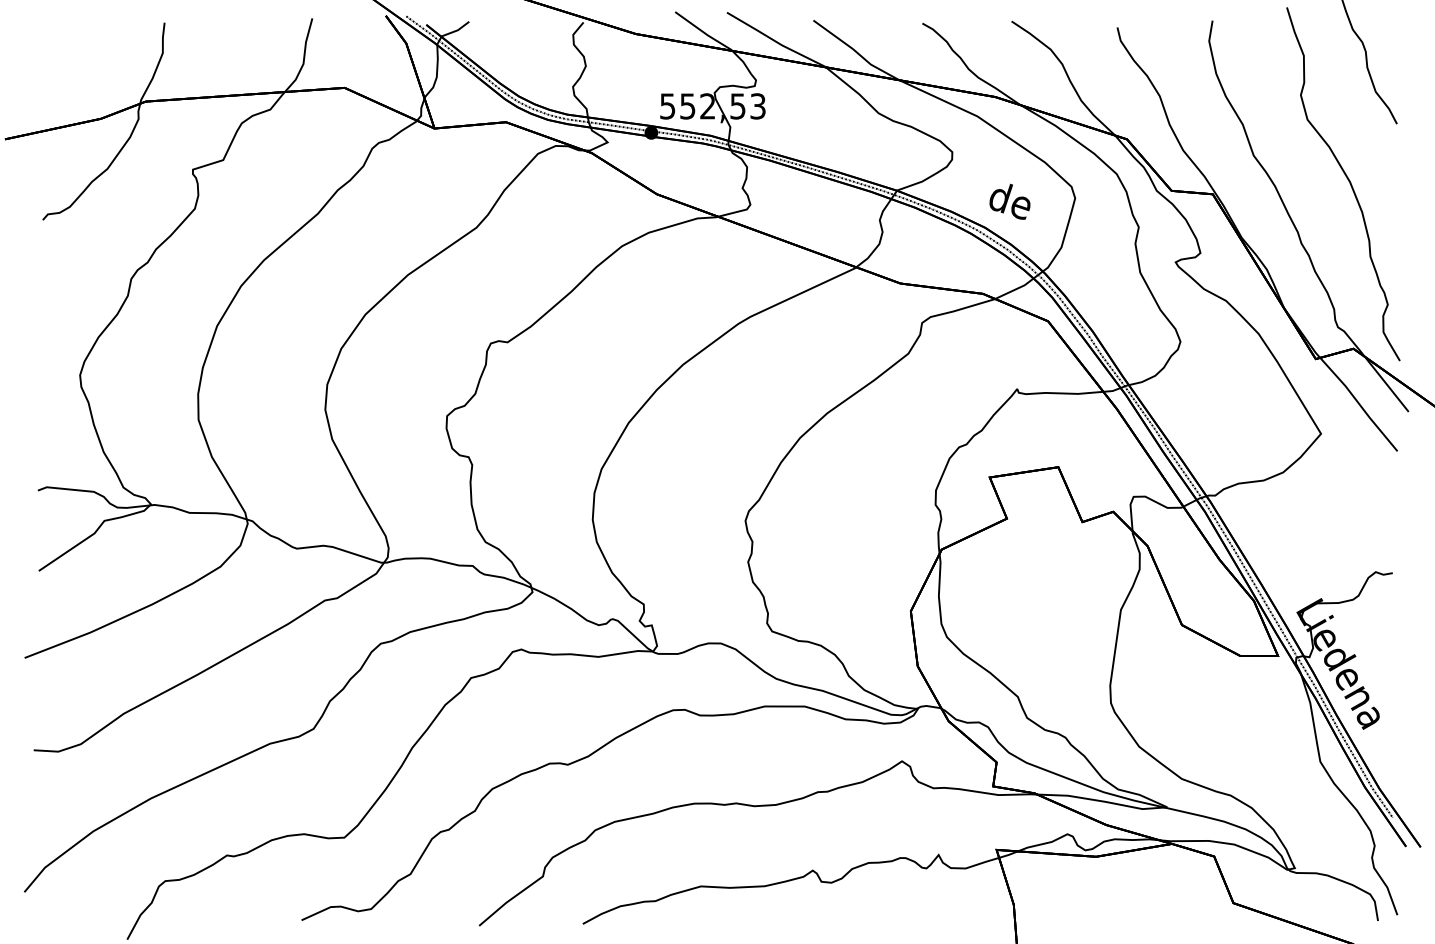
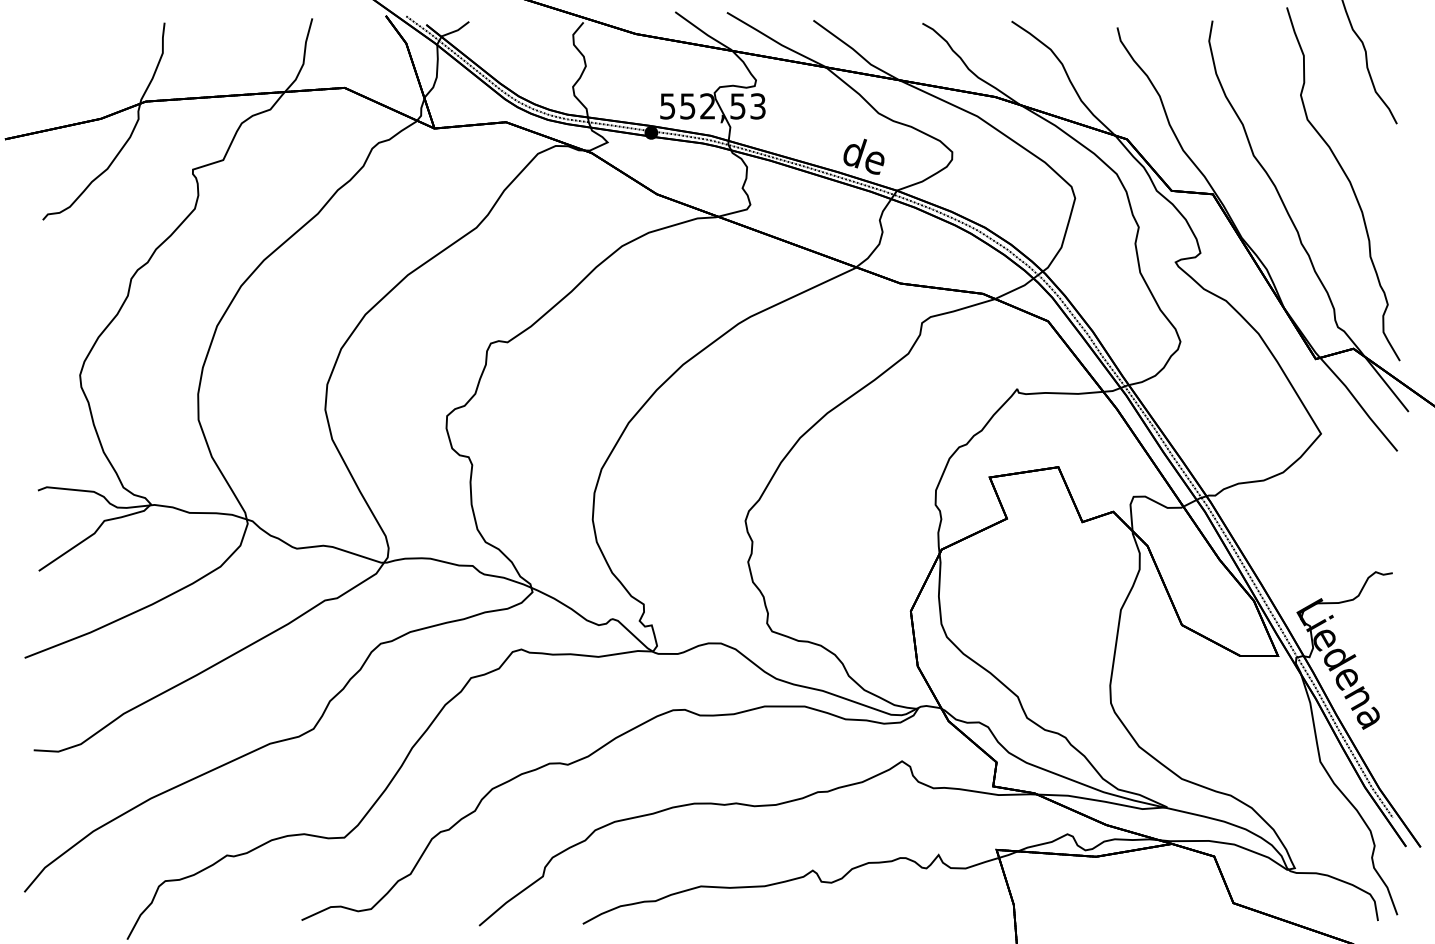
text at (1009, 201) position: (1009, 201) -> (863, 156)
